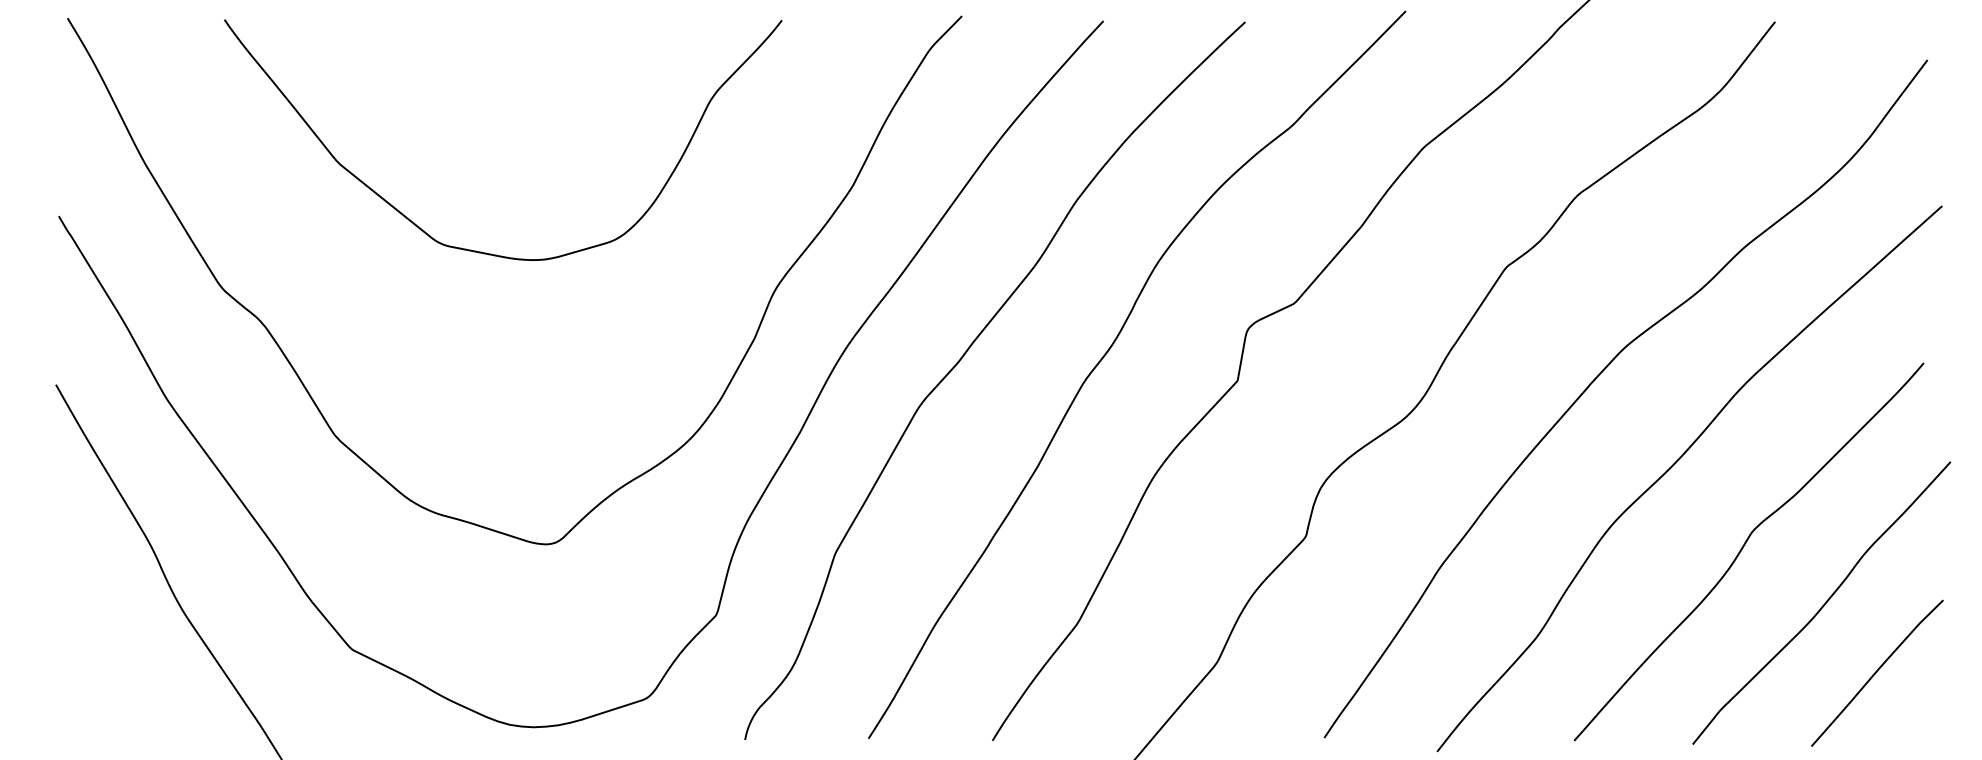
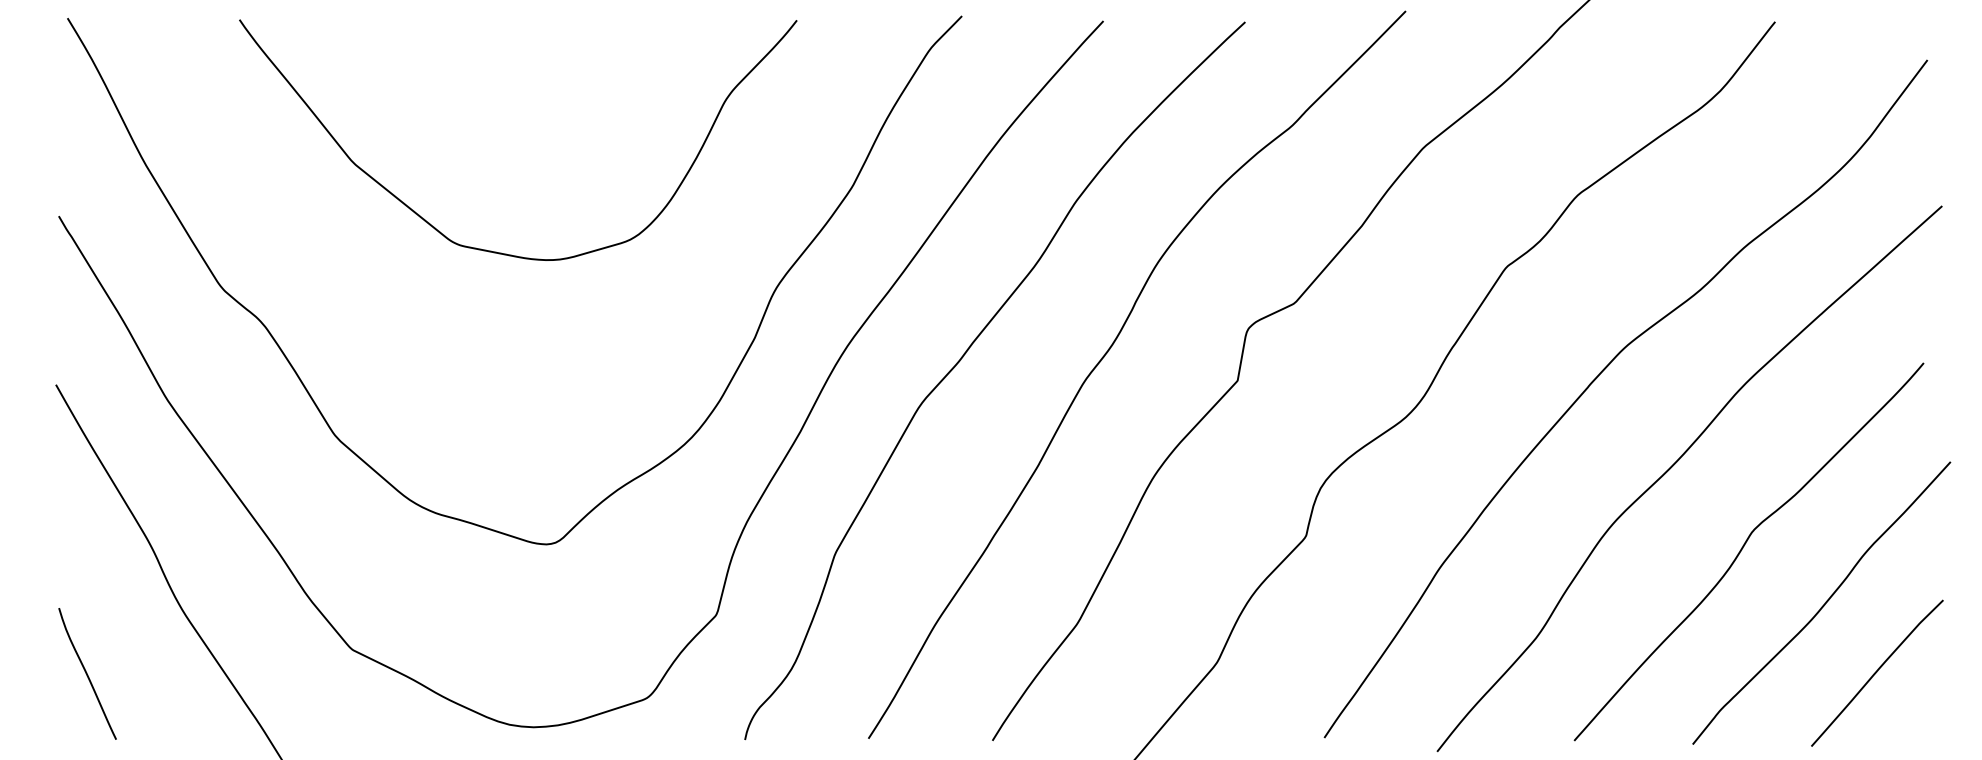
curve at (481, 251) position: (481, 251) -> (496, 251)
curve at (87, 673): none -> present
